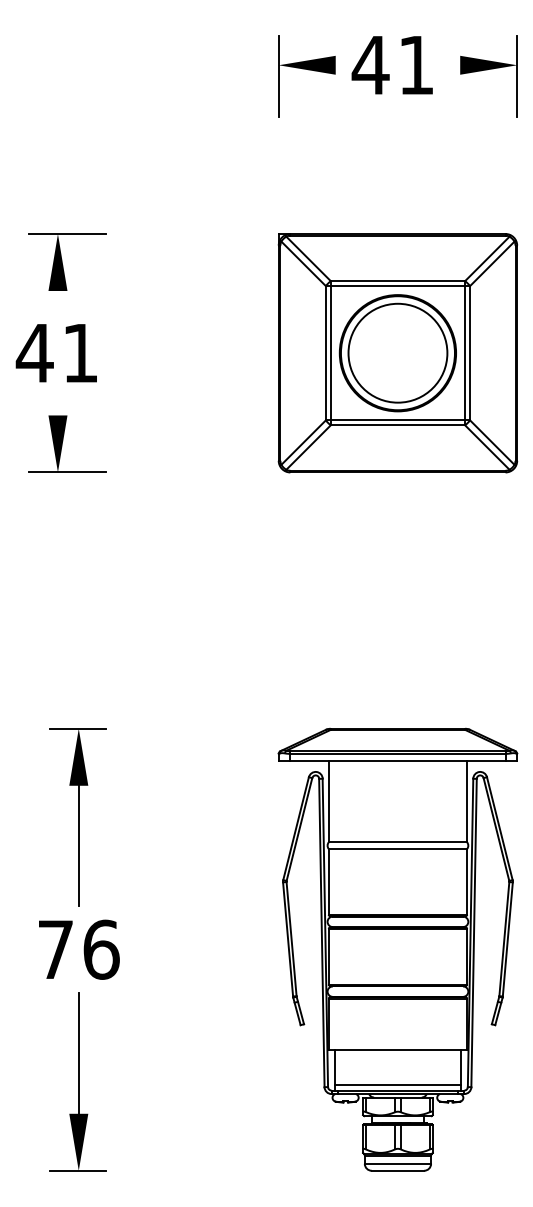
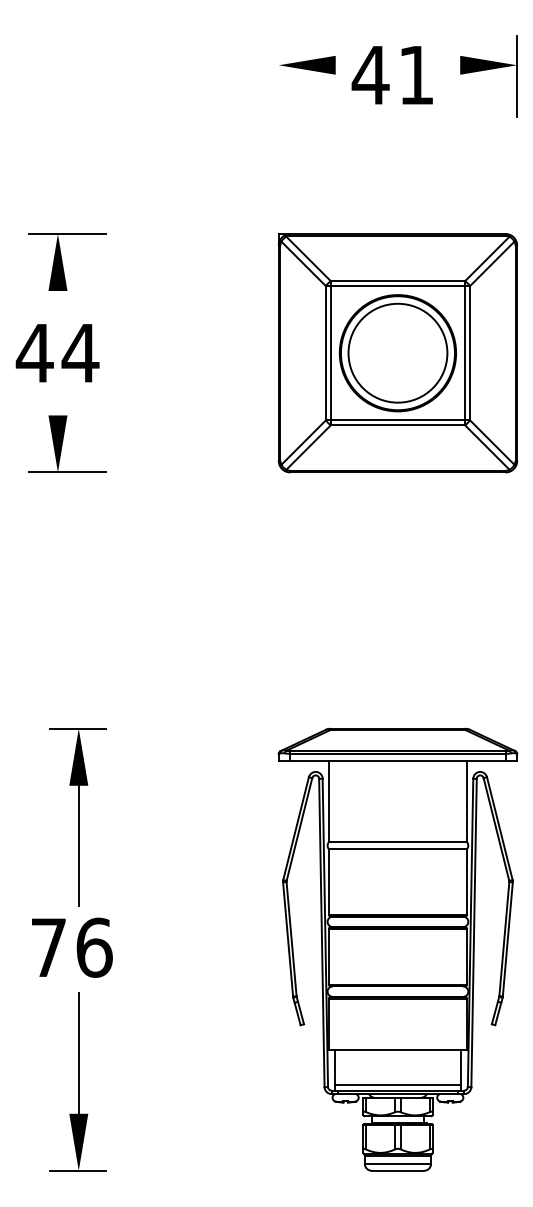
text at (391, 65) position: (391, 65) -> (391, 75)
line at (278, 76): present -> none
text at (80, 353): 41 -> 44
text at (79, 949) position: (79, 949) -> (72, 947)
